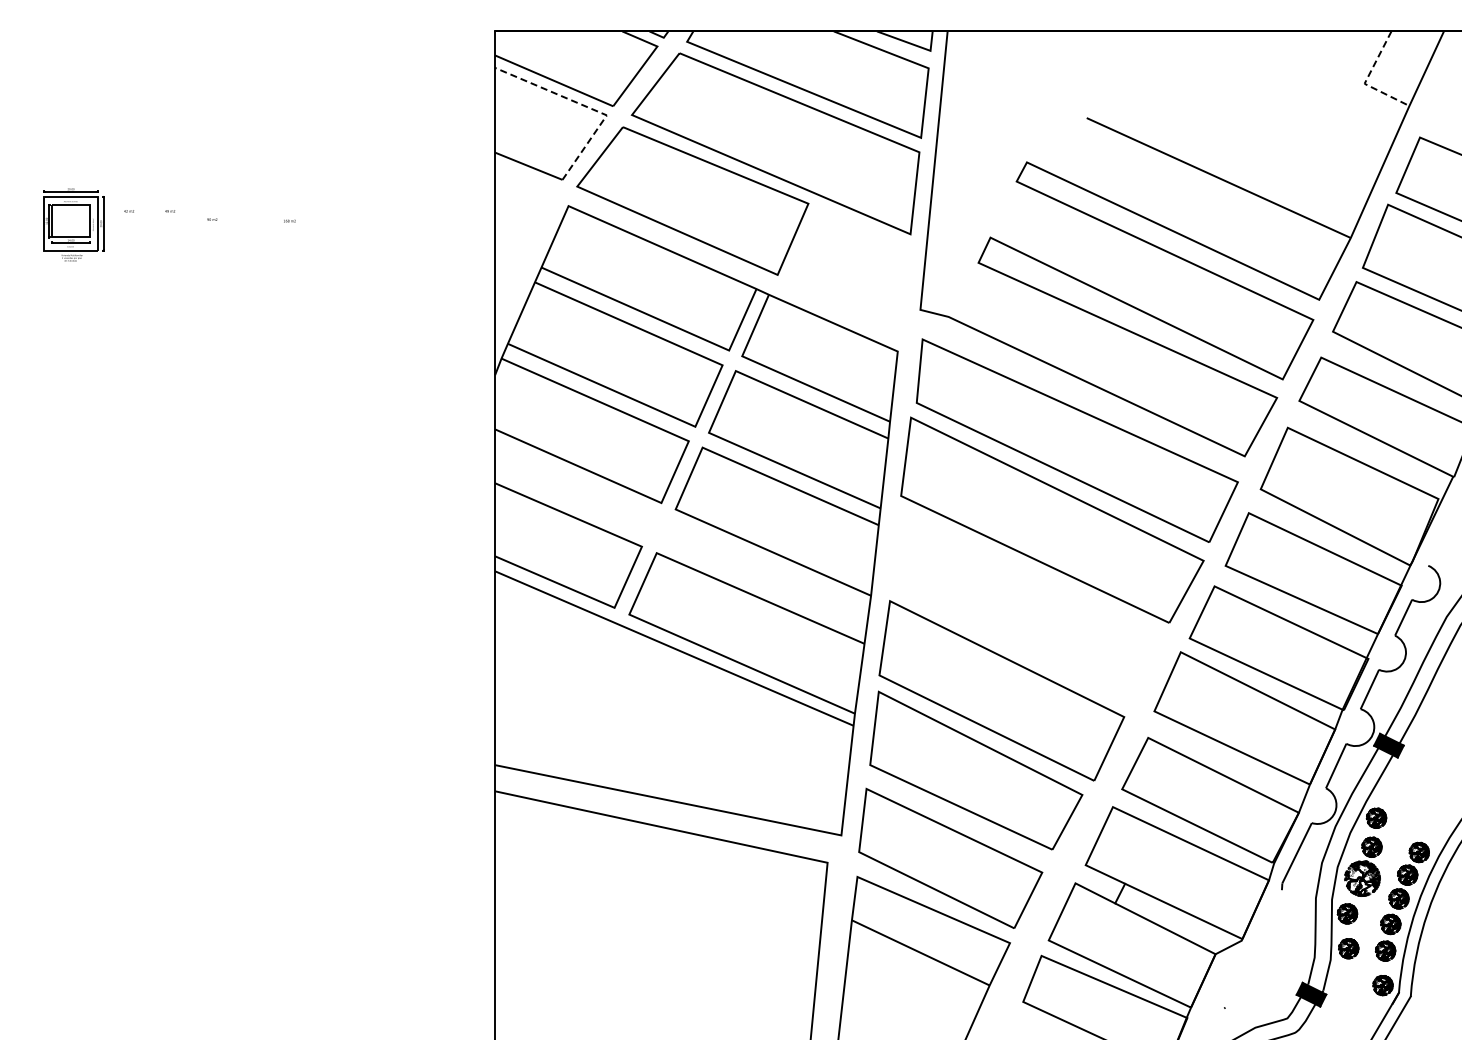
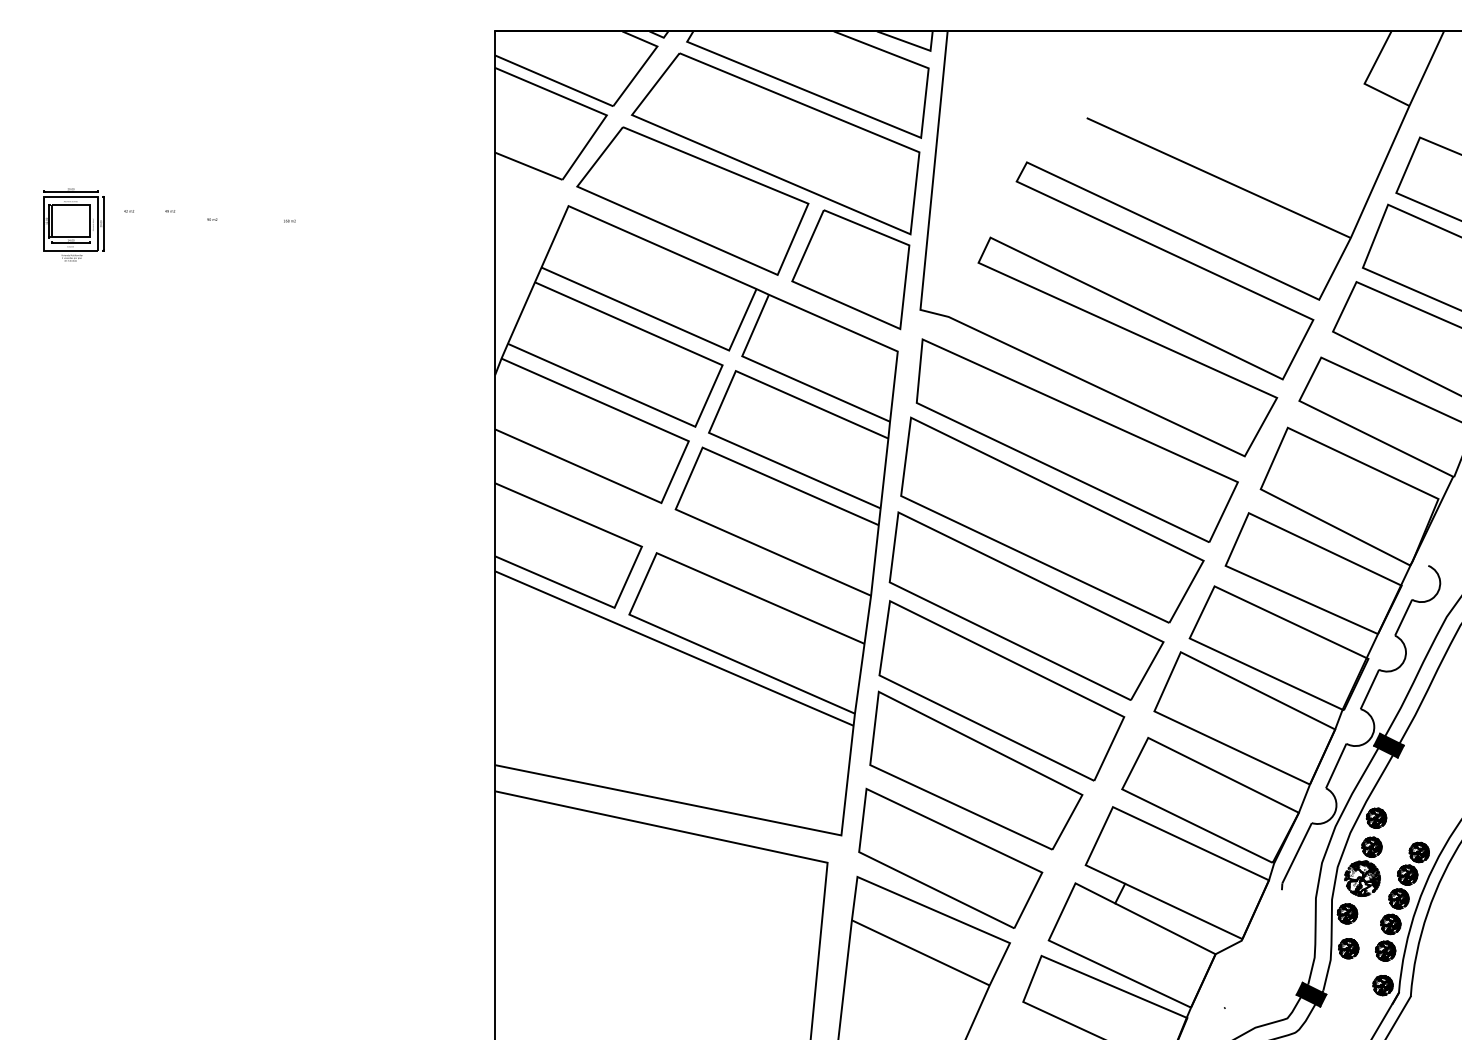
line at (1365, 81): dashed -> solid
line at (587, 107): dashed -> solid
part at (850, 269): none -> present
part at (1026, 605): none -> present
